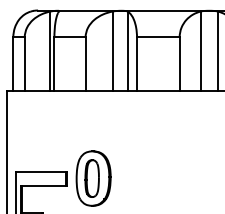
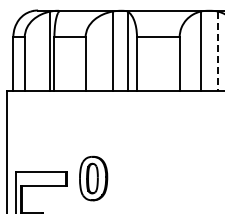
line at (217, 51): solid -> dashed
part at (93, 178) size: 37x57 px -> 30x47 px
